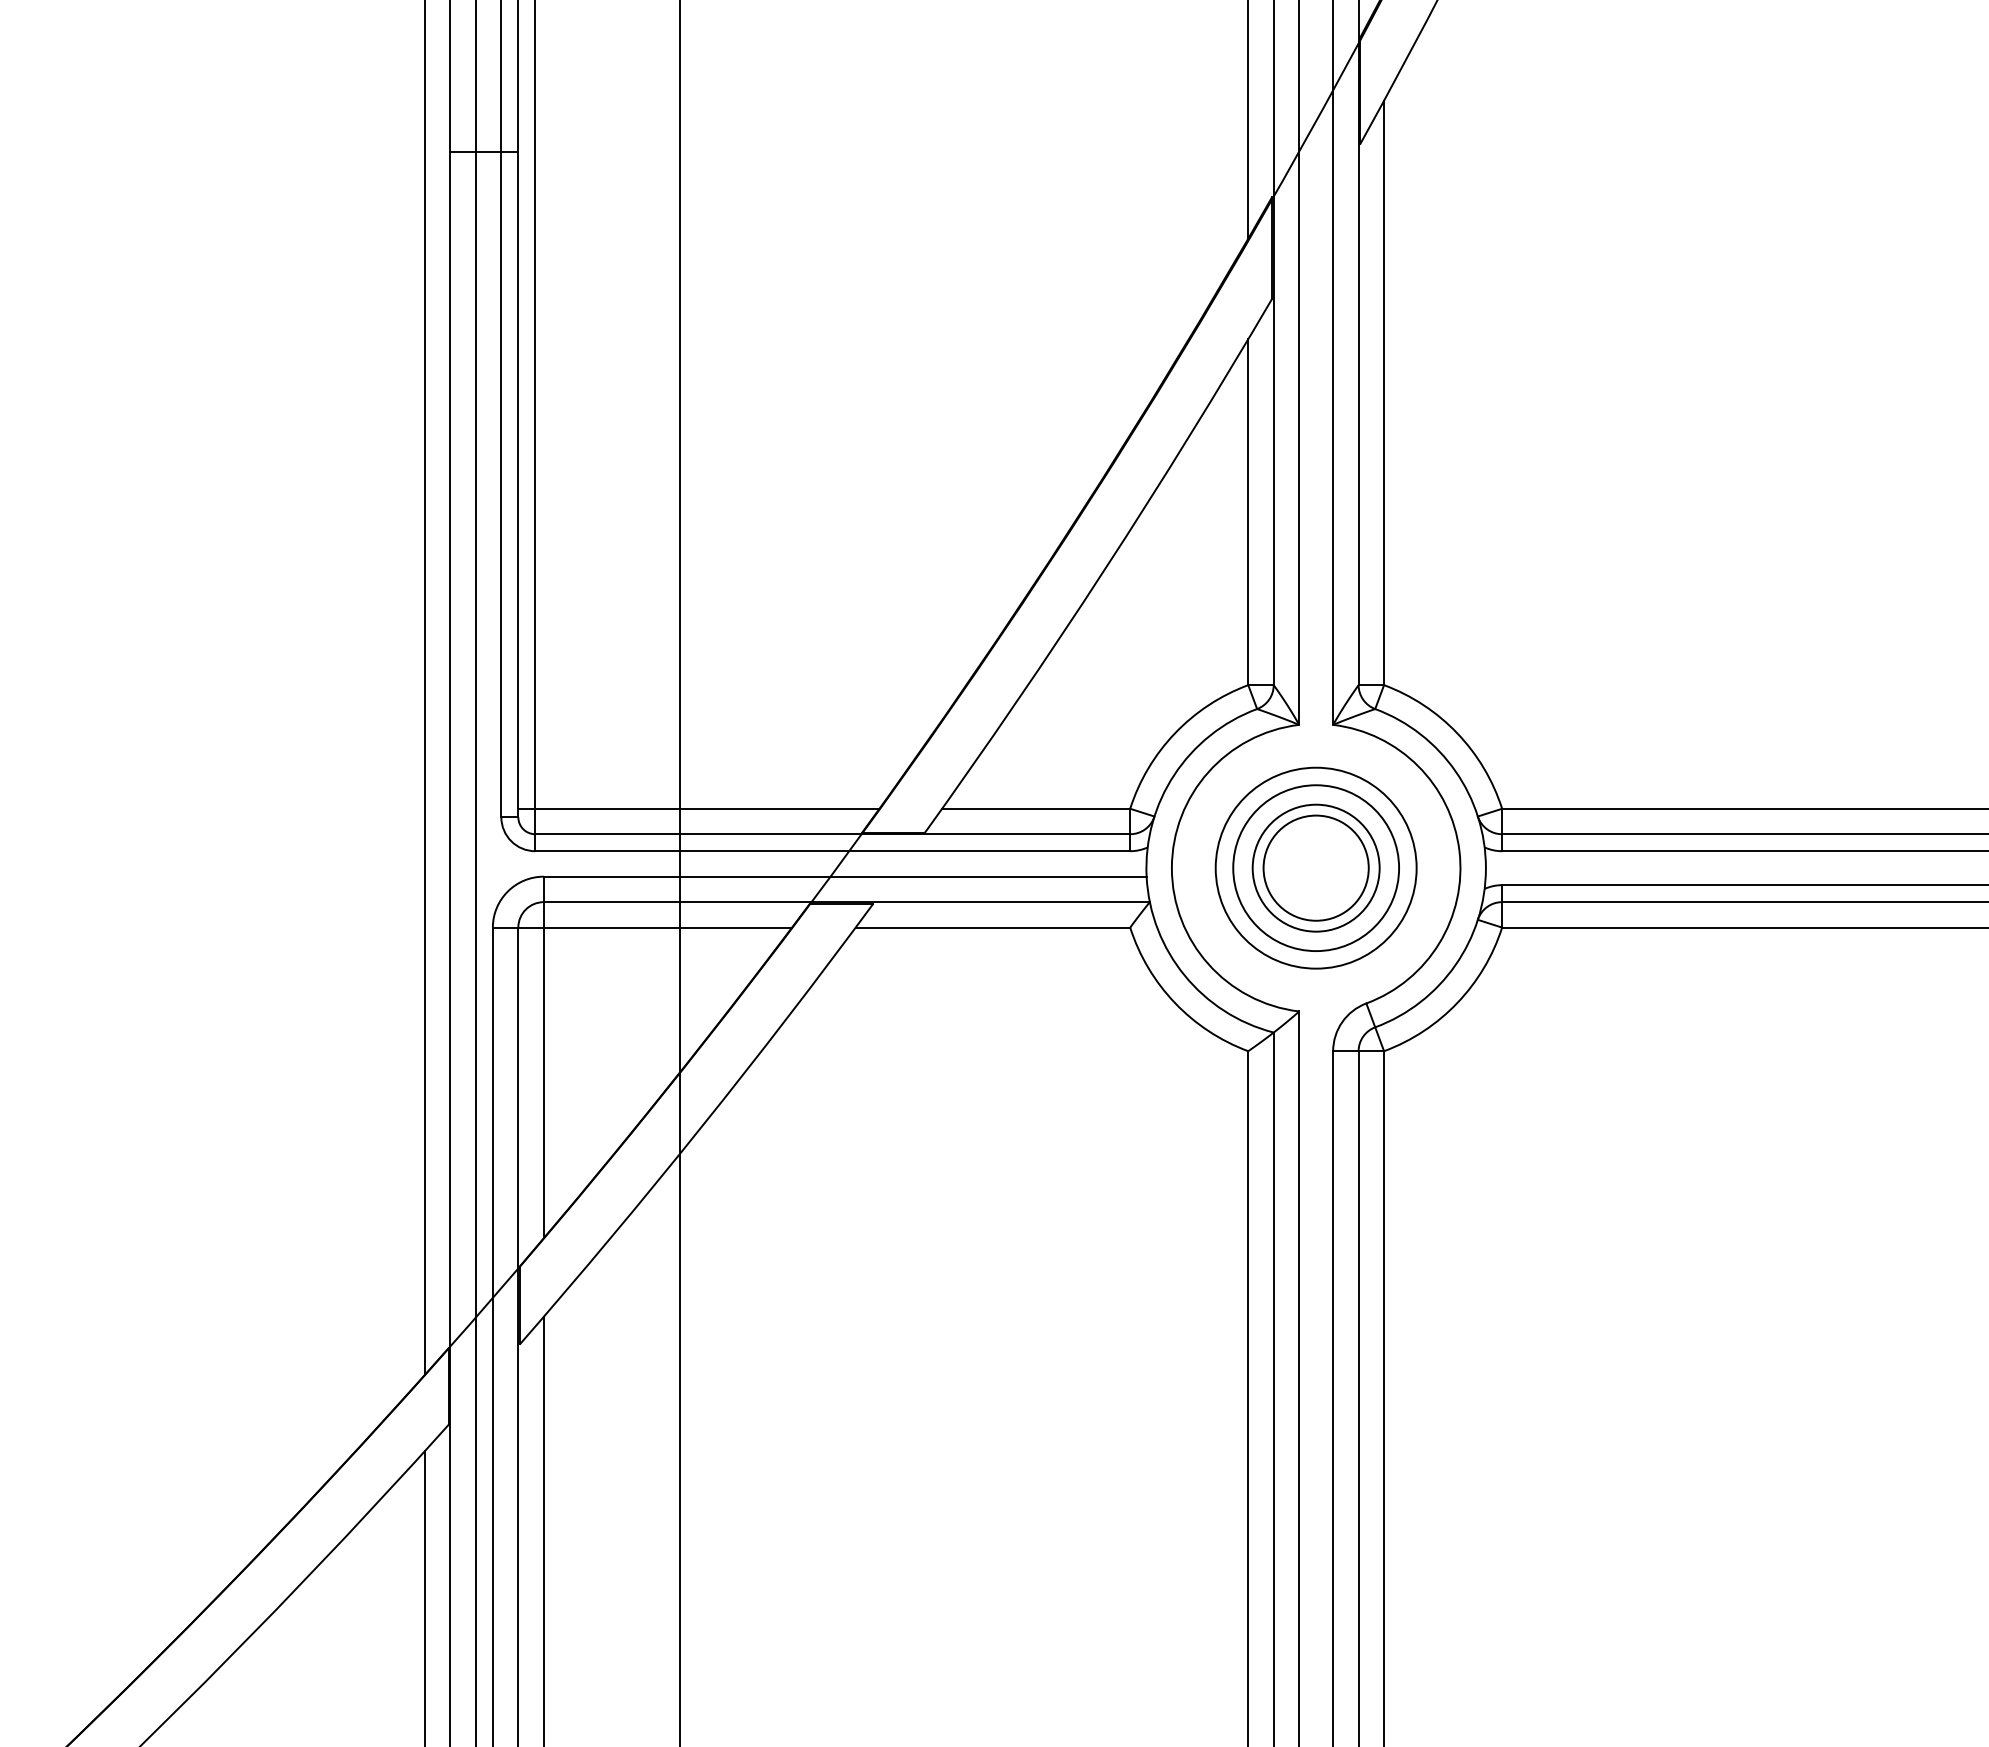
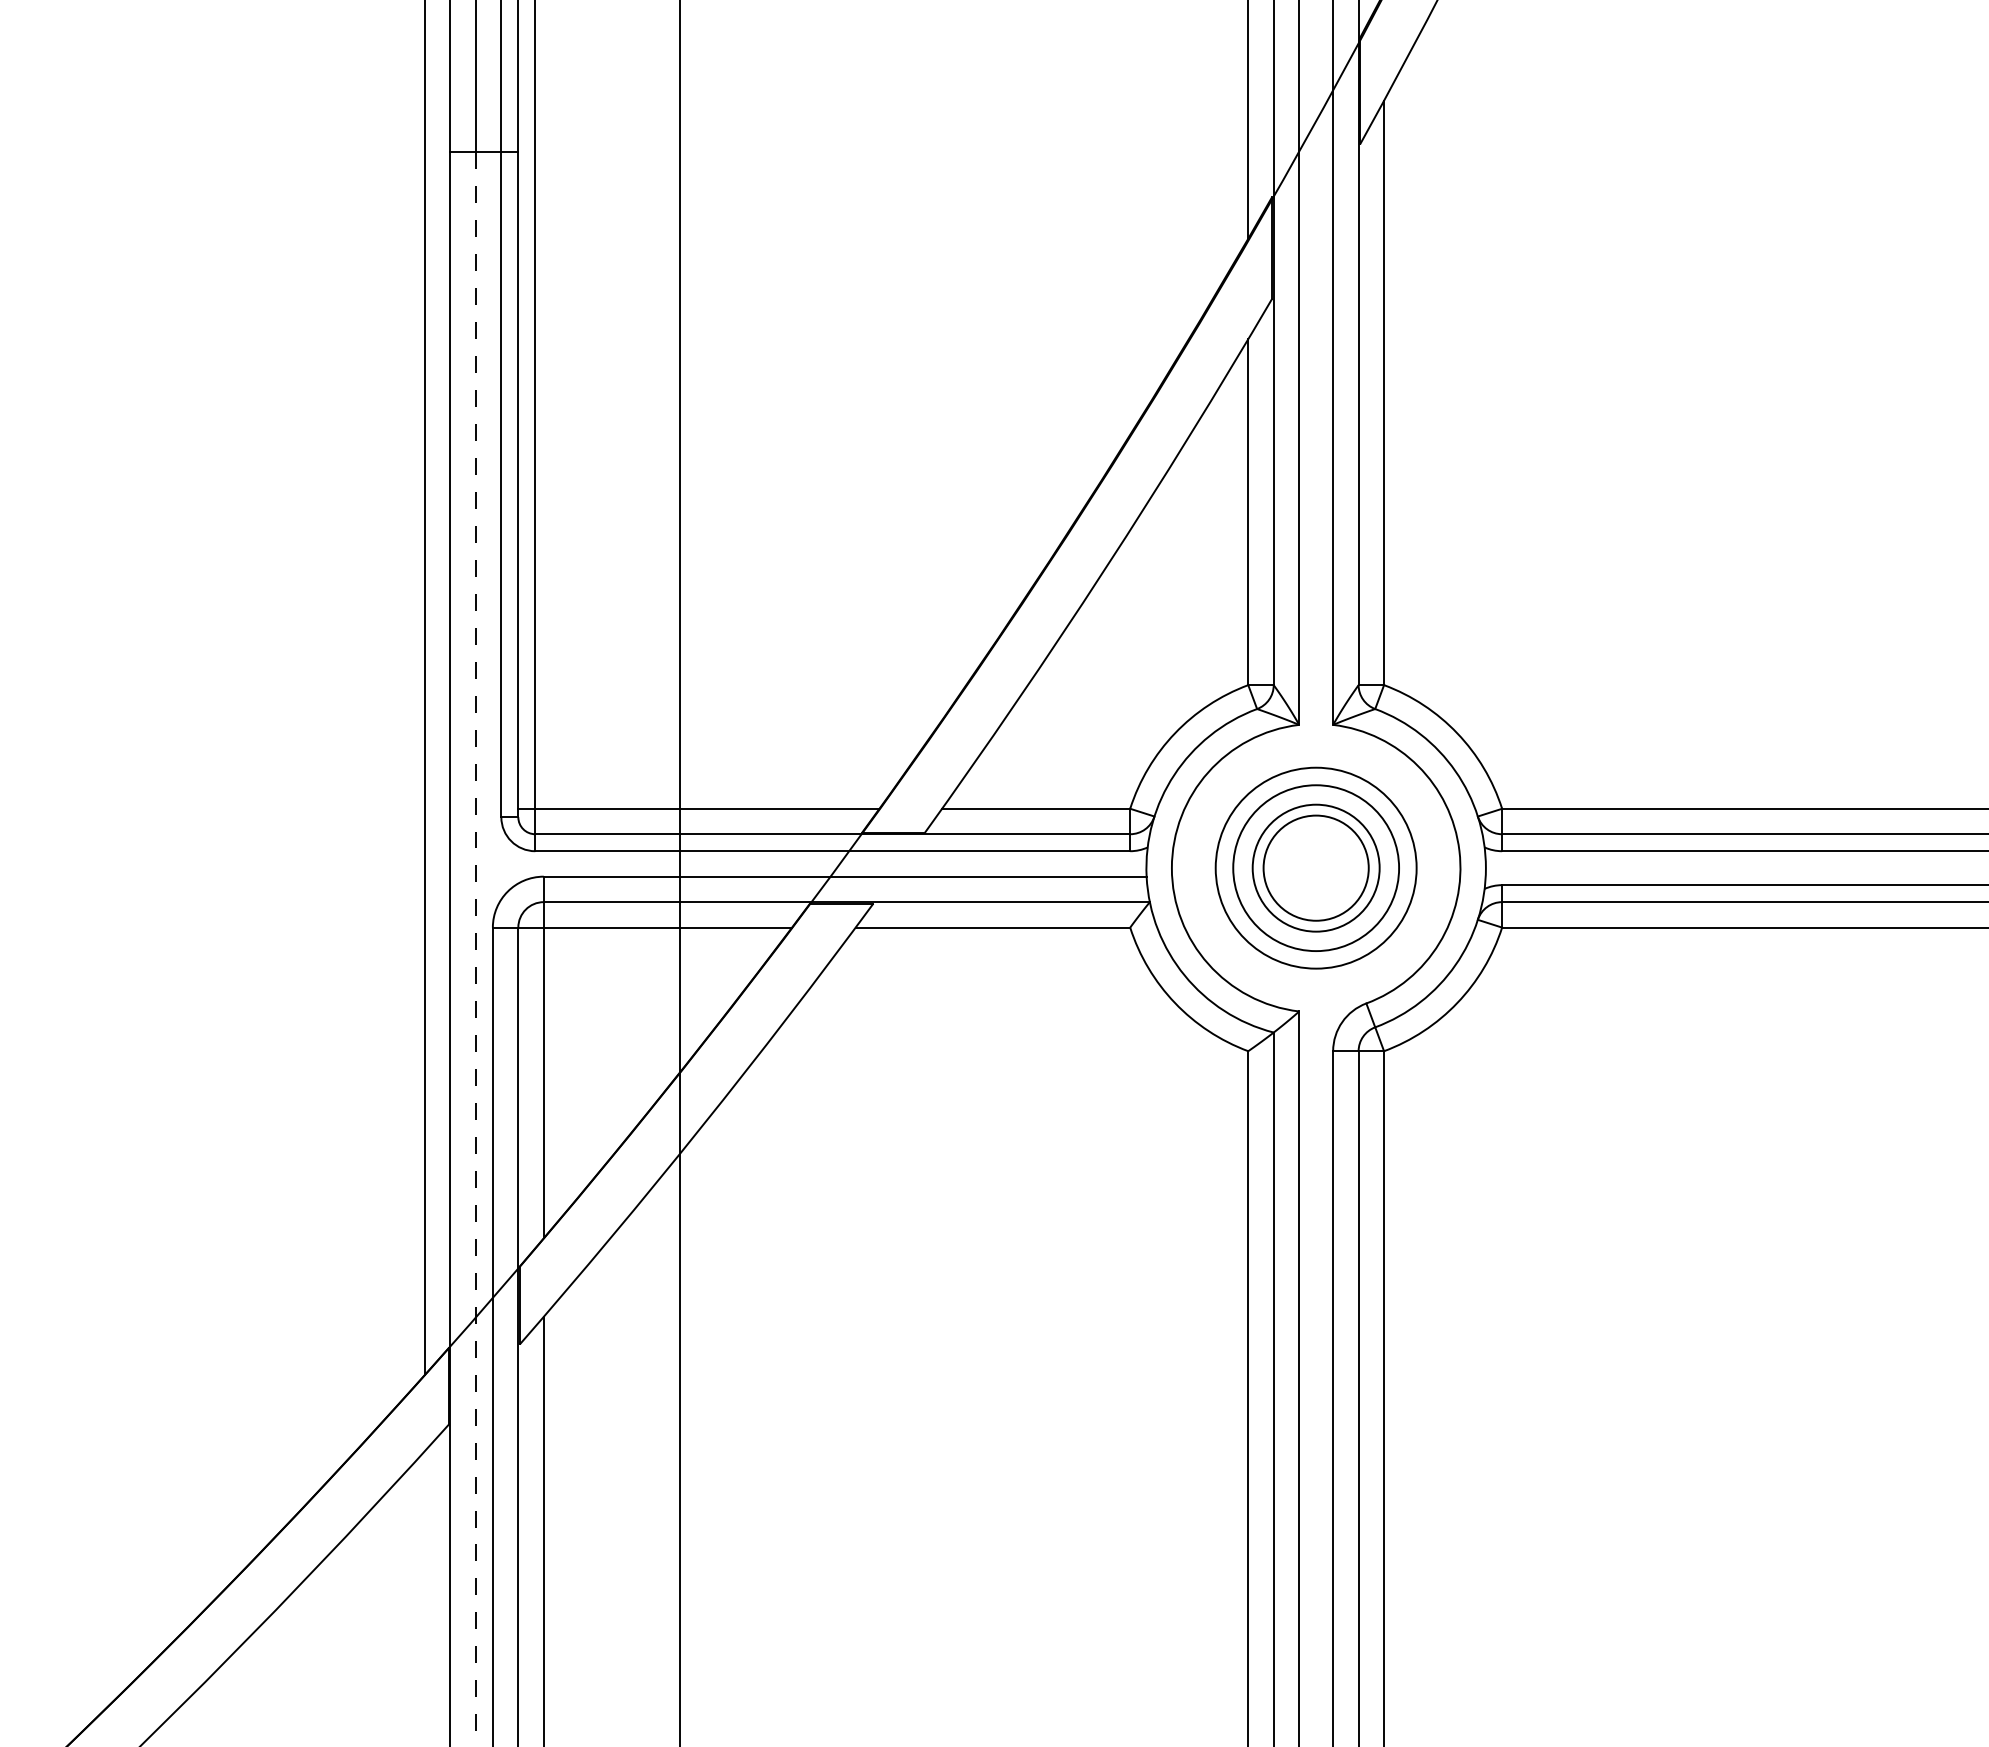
line at (475, 949): solid -> dashed
line at (424, 1597): present -> none
